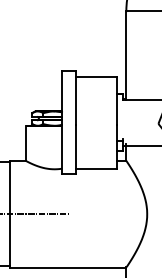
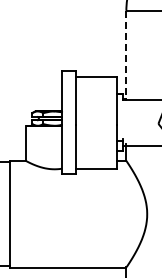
line at (126, 55): solid -> dashed
line at (35, 214): present -> none
